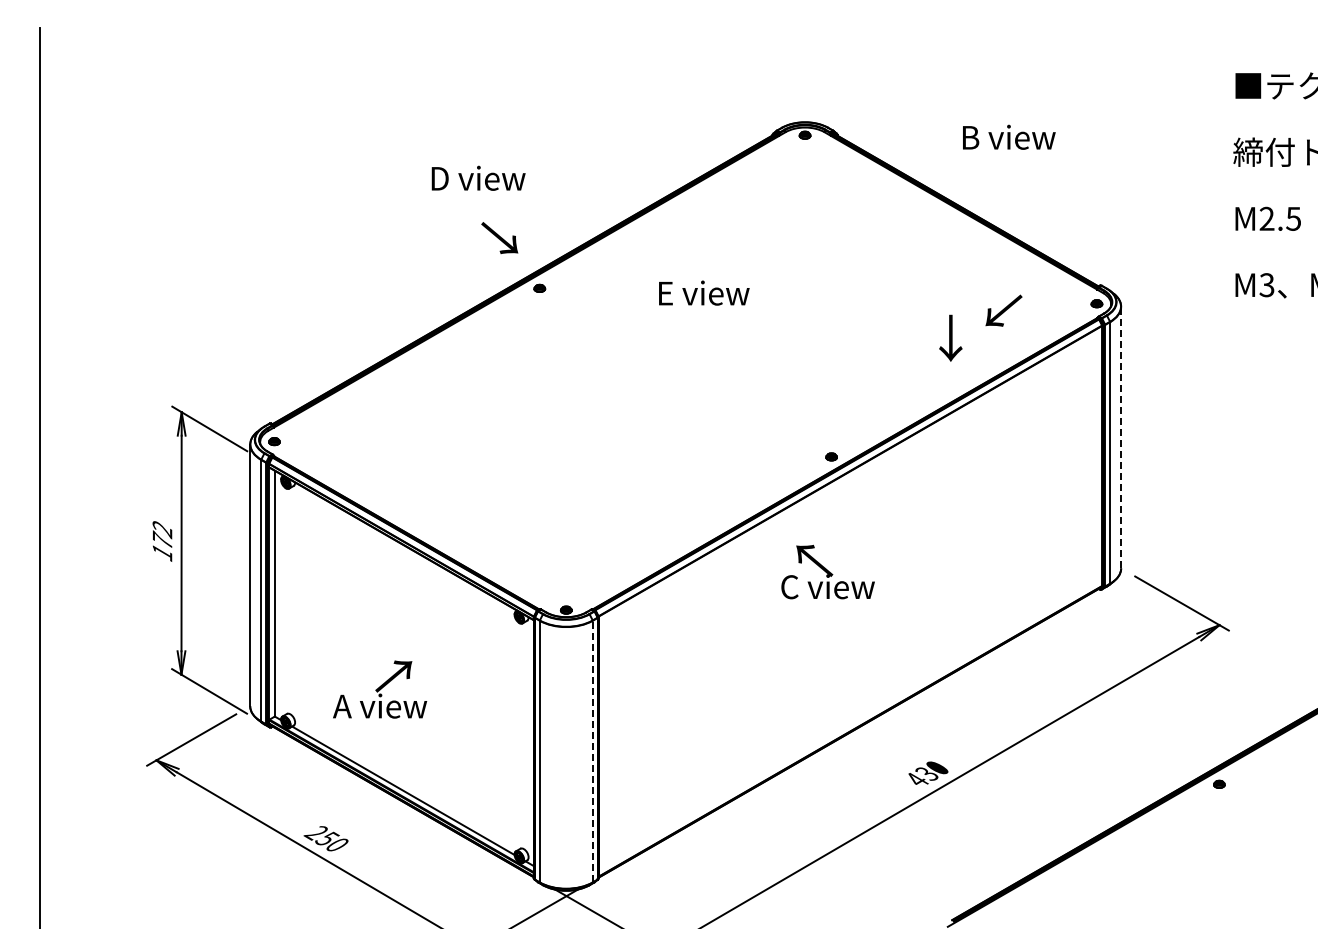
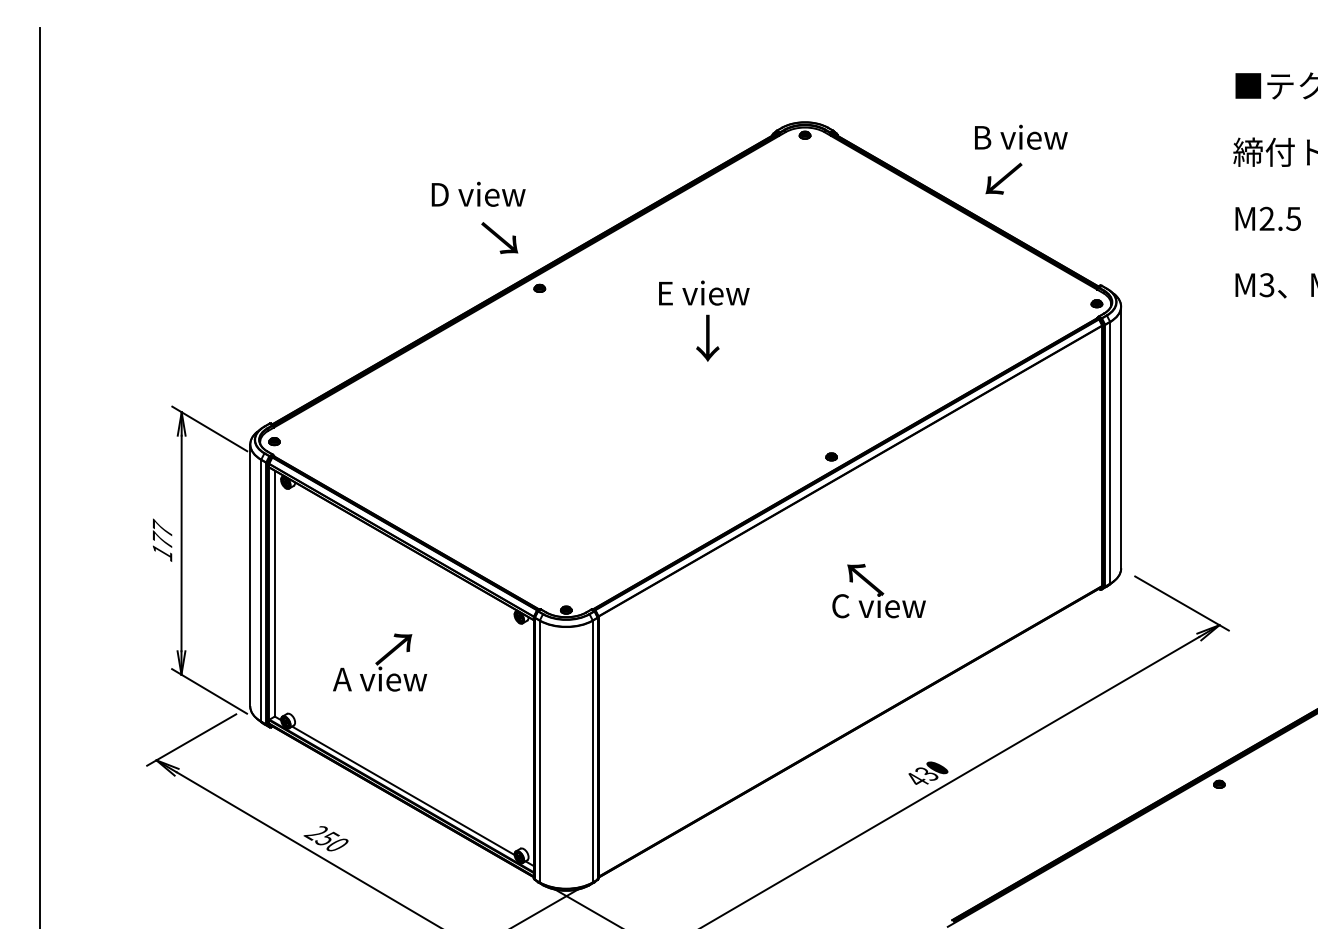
text at (1009, 136) position: (1009, 136) -> (1021, 136)
text at (478, 177) position: (478, 177) -> (478, 193)
text at (1003, 310) position: (1003, 310) -> (1003, 178)
text at (950, 337) position: (950, 337) -> (707, 337)
line at (1121, 437): dashed -> solid
text at (162, 528): 172 -> 177
text at (827, 571) position: (827, 571) -> (878, 590)
text at (380, 689) position: (380, 689) -> (380, 662)
line at (592, 751): dashed -> solid
